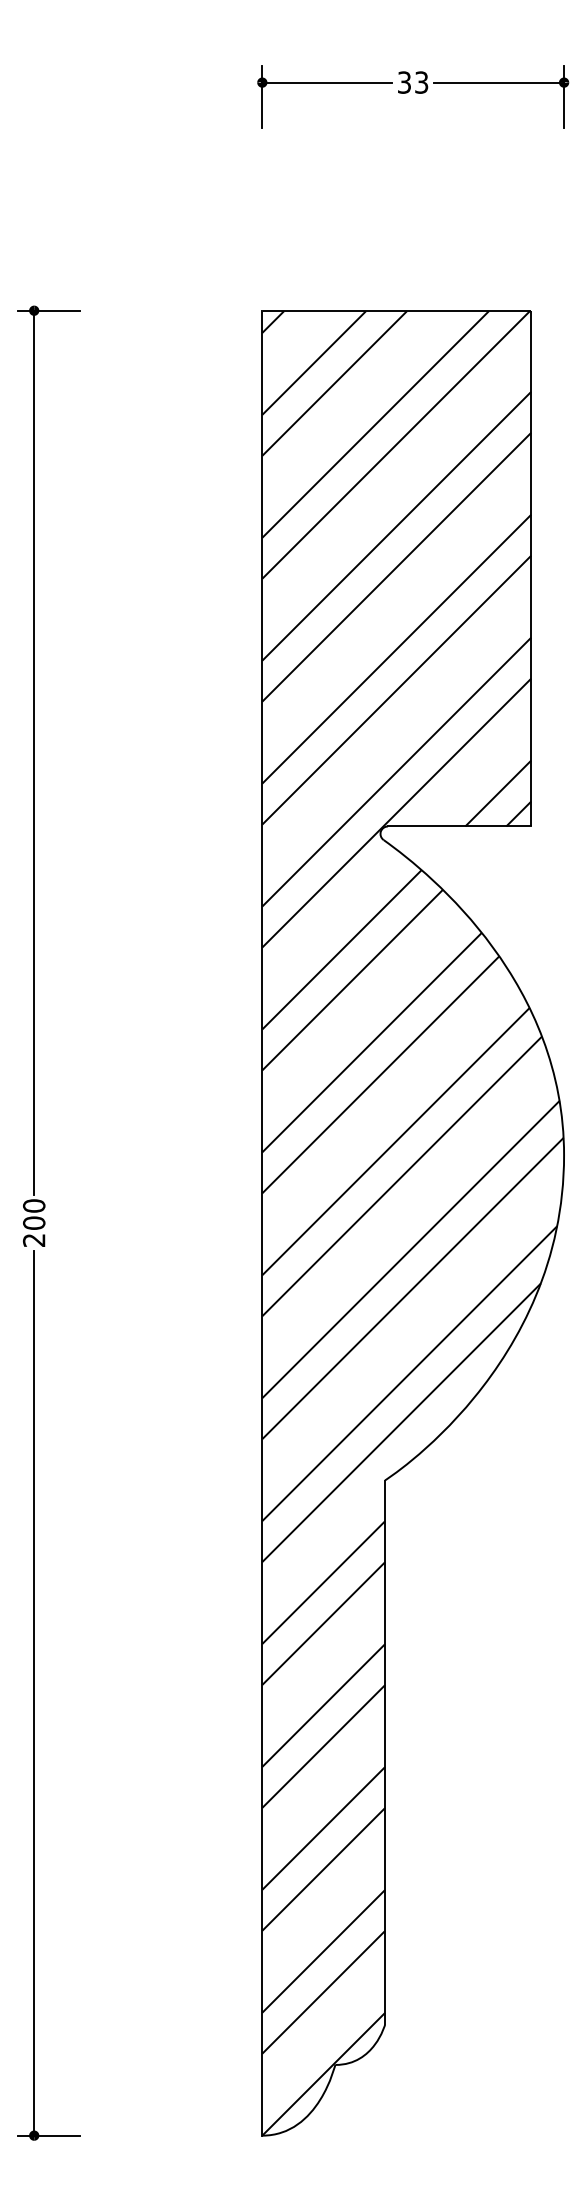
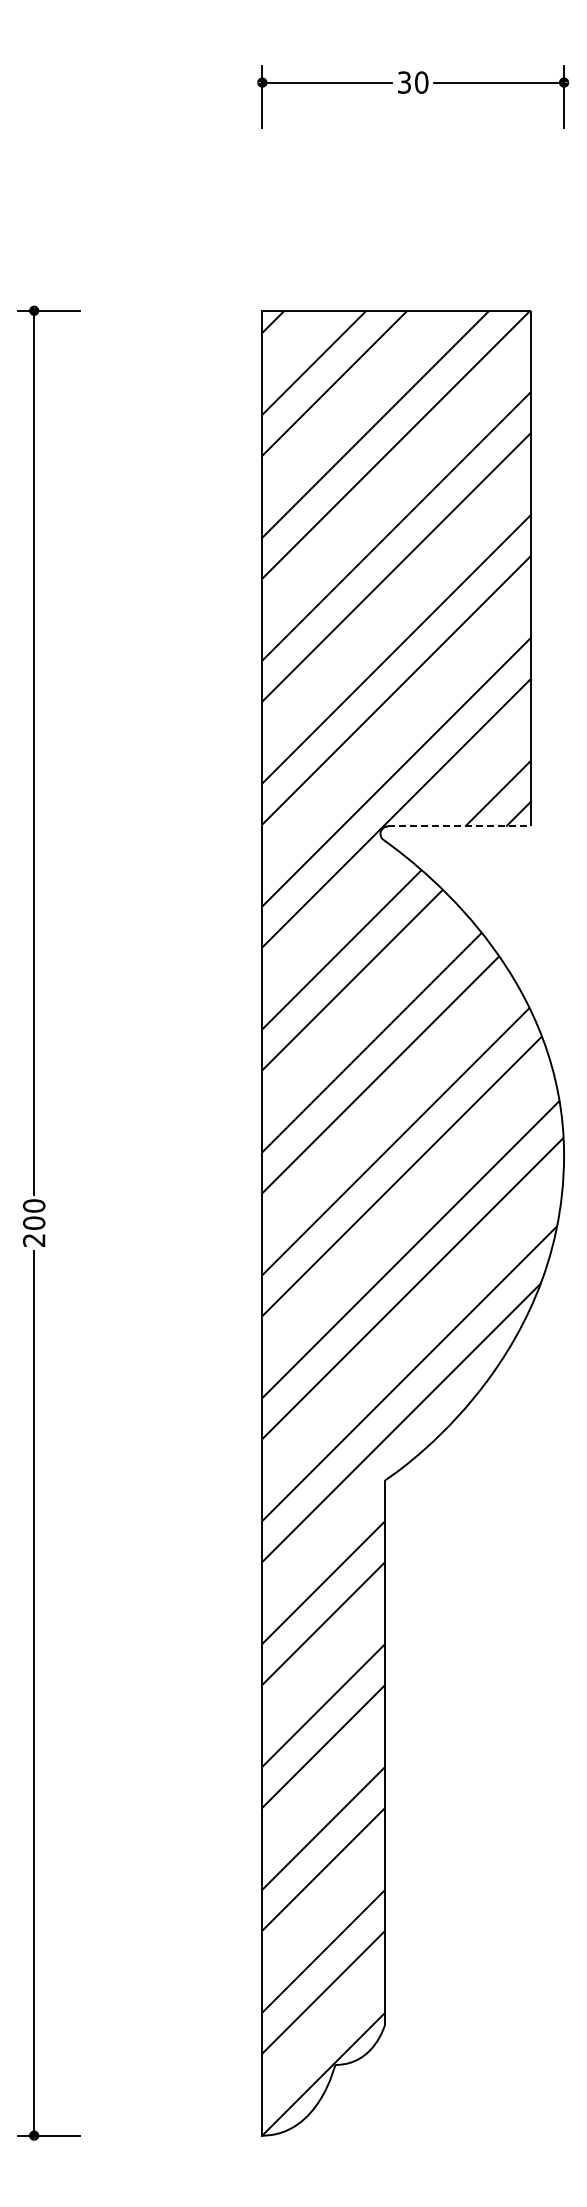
text at (421, 82): 33 -> 30
line at (459, 826): solid -> dashed
